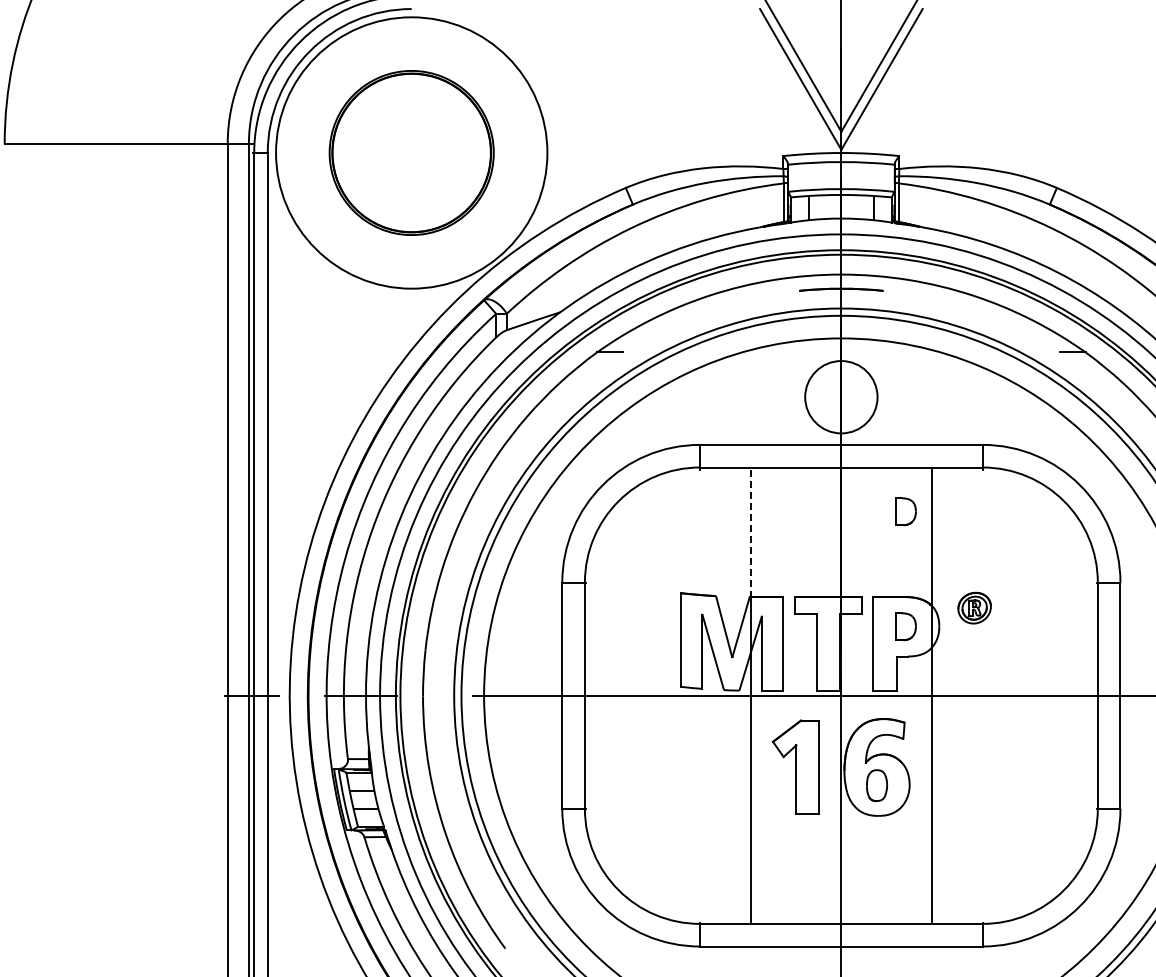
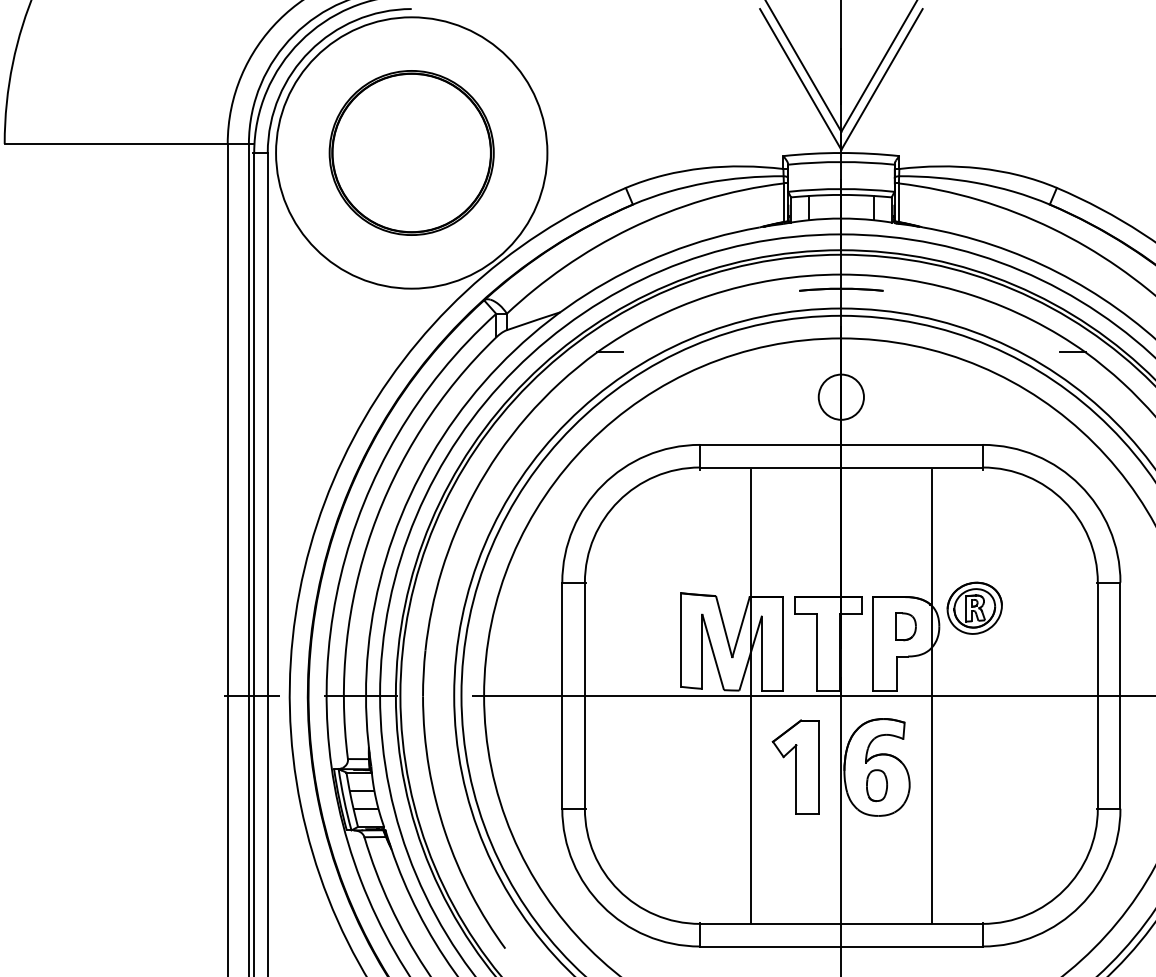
circle at (841, 397) diameter: 72 px -> 45 px
part at (905, 511): present -> none
line at (750, 533): dashed -> solid
part at (974, 607) size: 35x34 px -> 57x54 px
